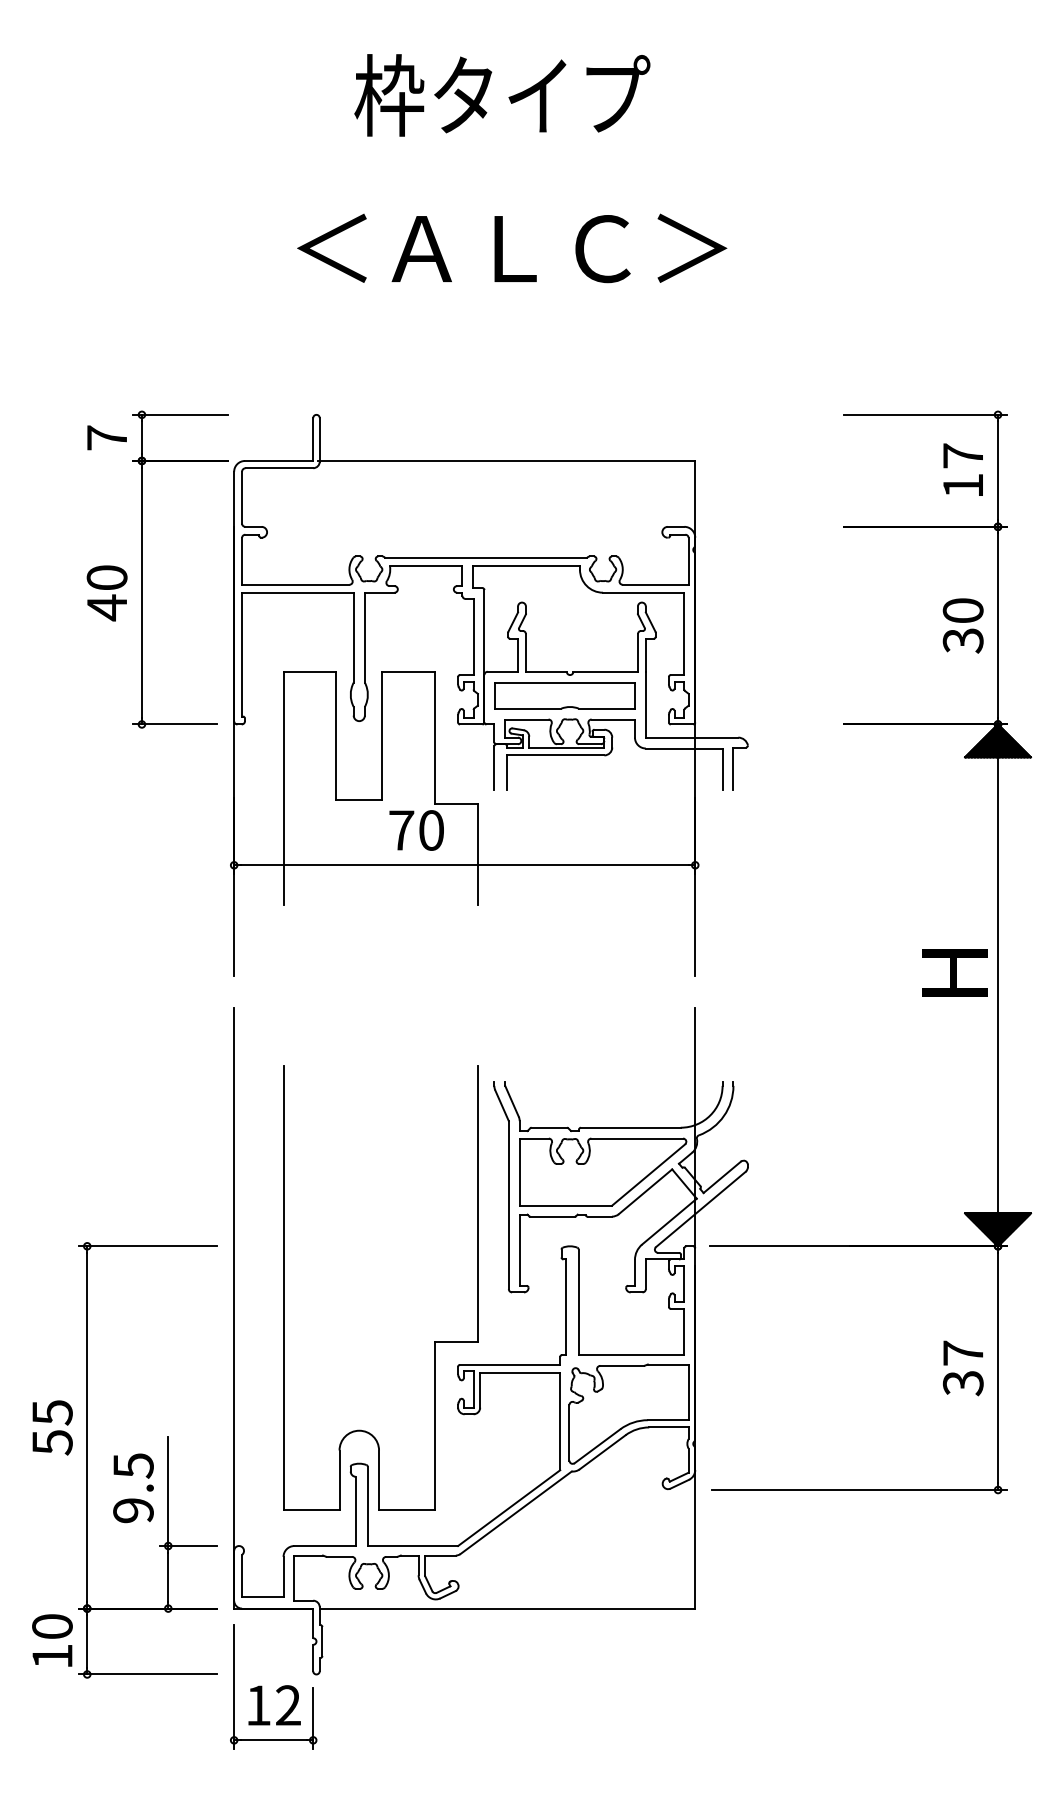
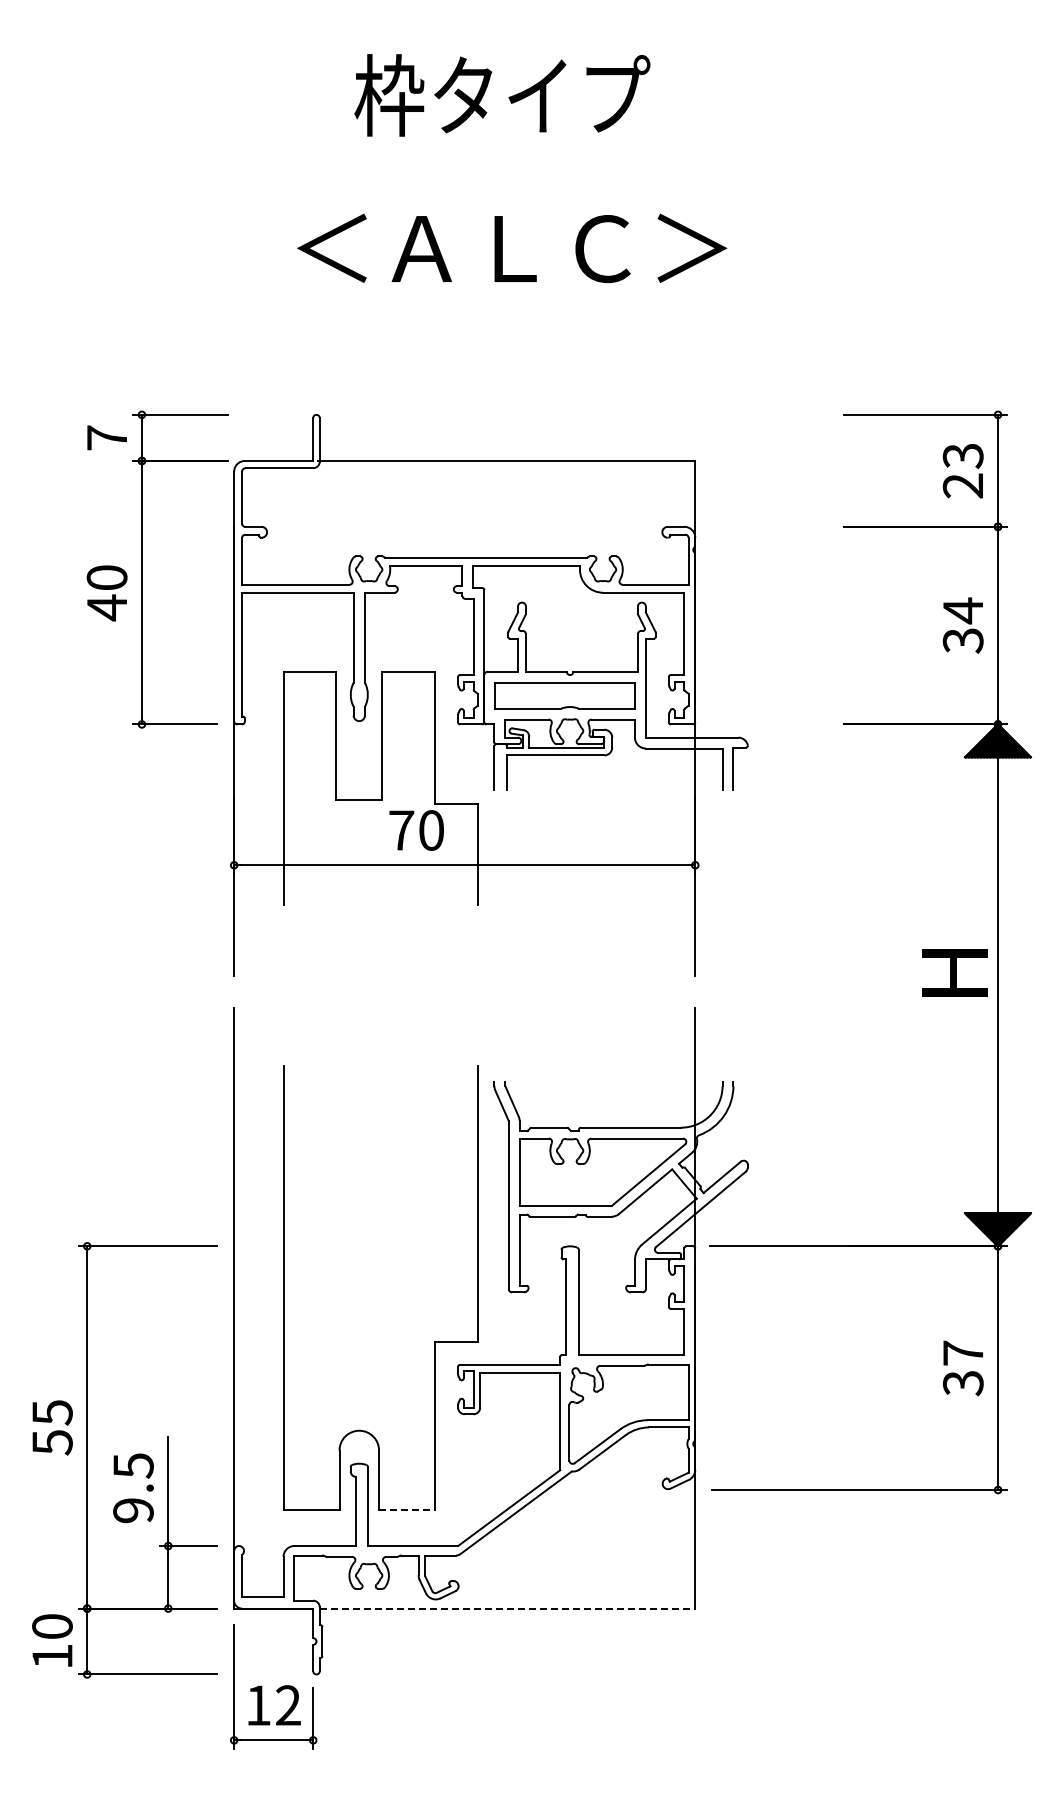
text at (962, 470): 17 -> 23
text at (962, 610): 30 -> 34
line at (407, 1509): solid -> dashed
line at (507, 1608): solid -> dashed
